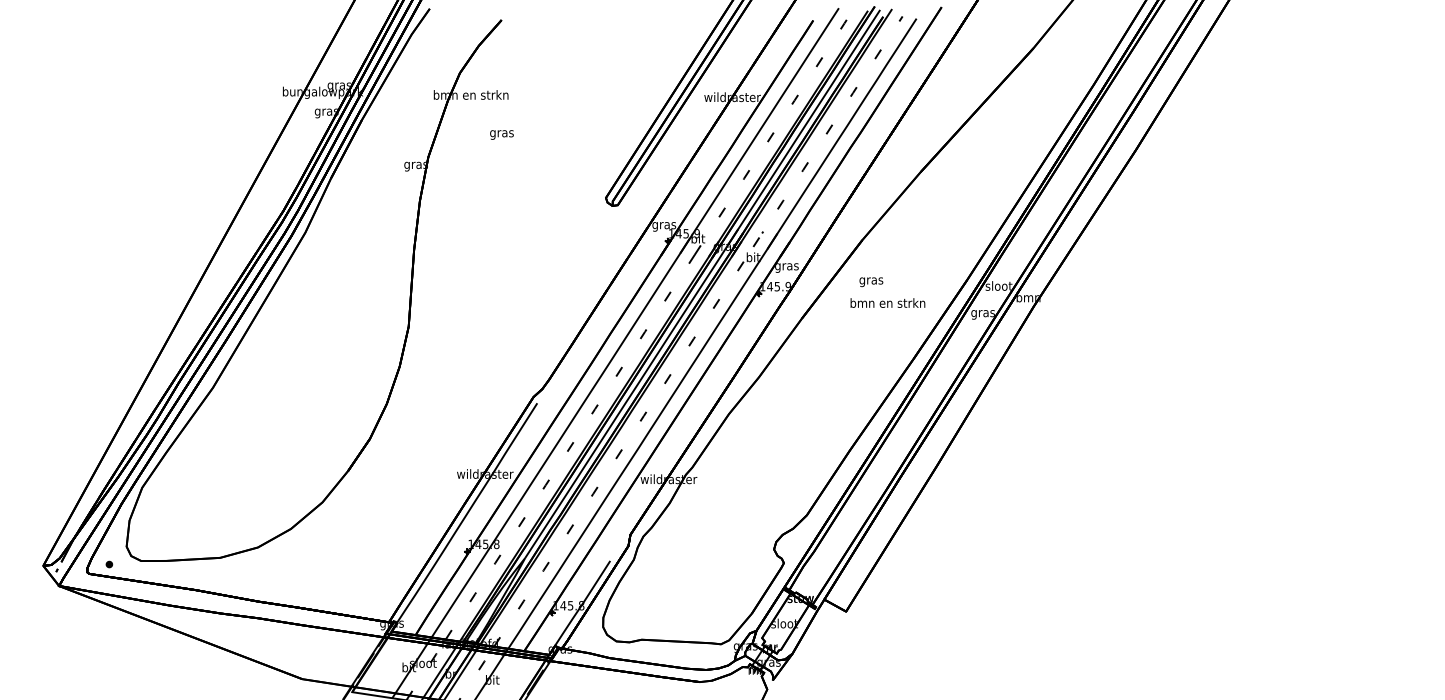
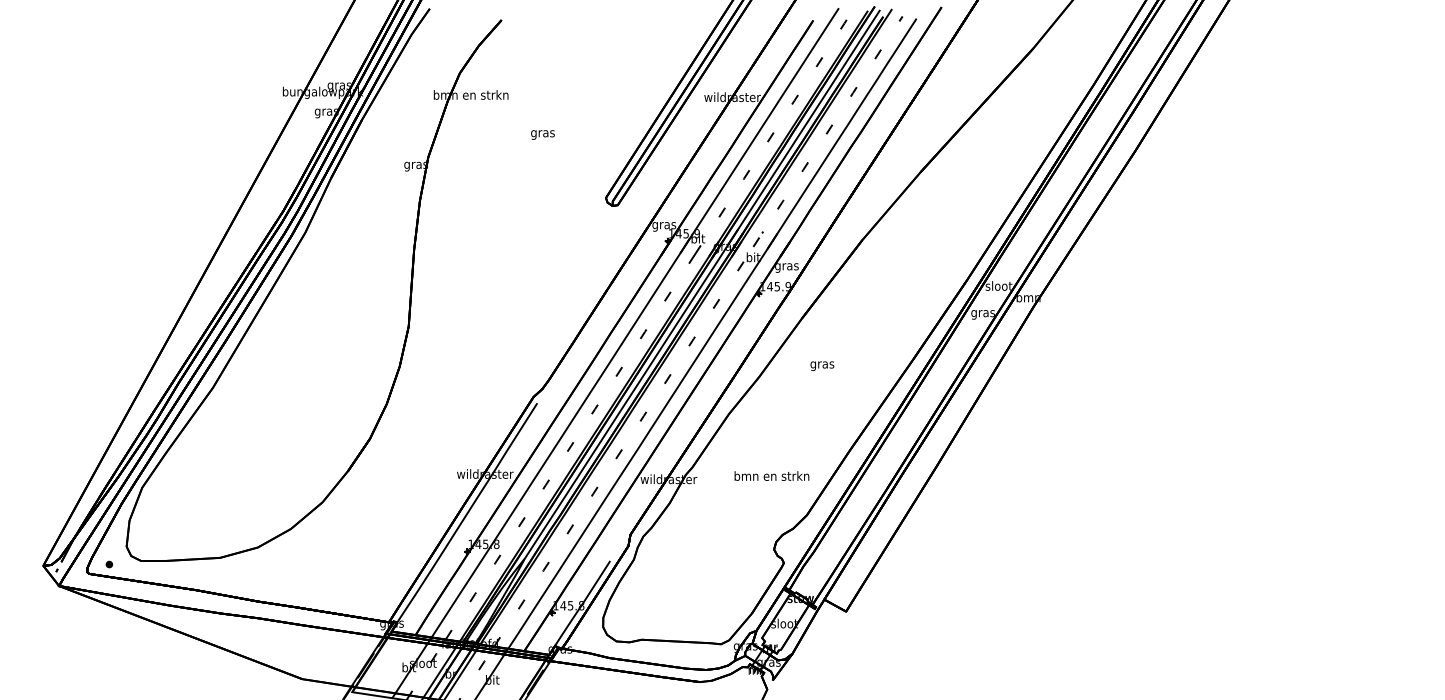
text at (501, 134) position: (501, 134) -> (542, 134)
text at (871, 282) position: (871, 282) -> (822, 366)
text at (887, 302) position: (887, 302) -> (771, 475)
